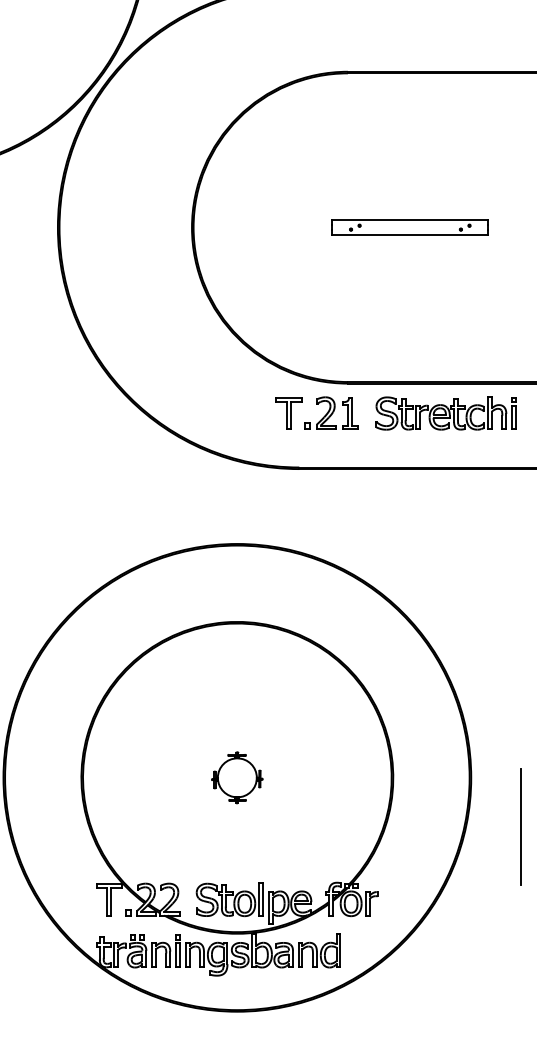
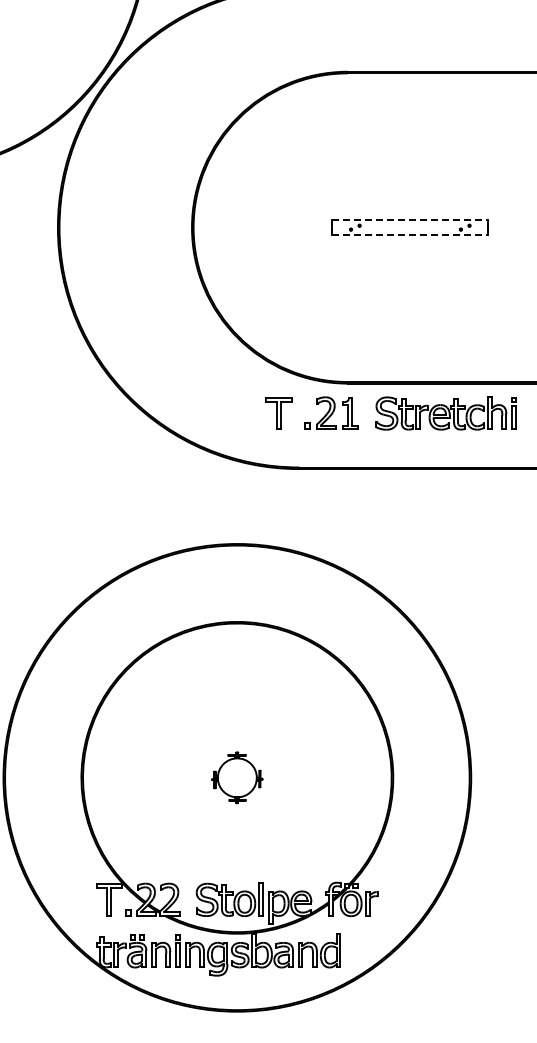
line at (410, 220): solid -> dashed
line at (410, 235): solid -> dashed
part at (288, 413) position: (288, 413) -> (278, 413)
line at (520, 826): present -> none
